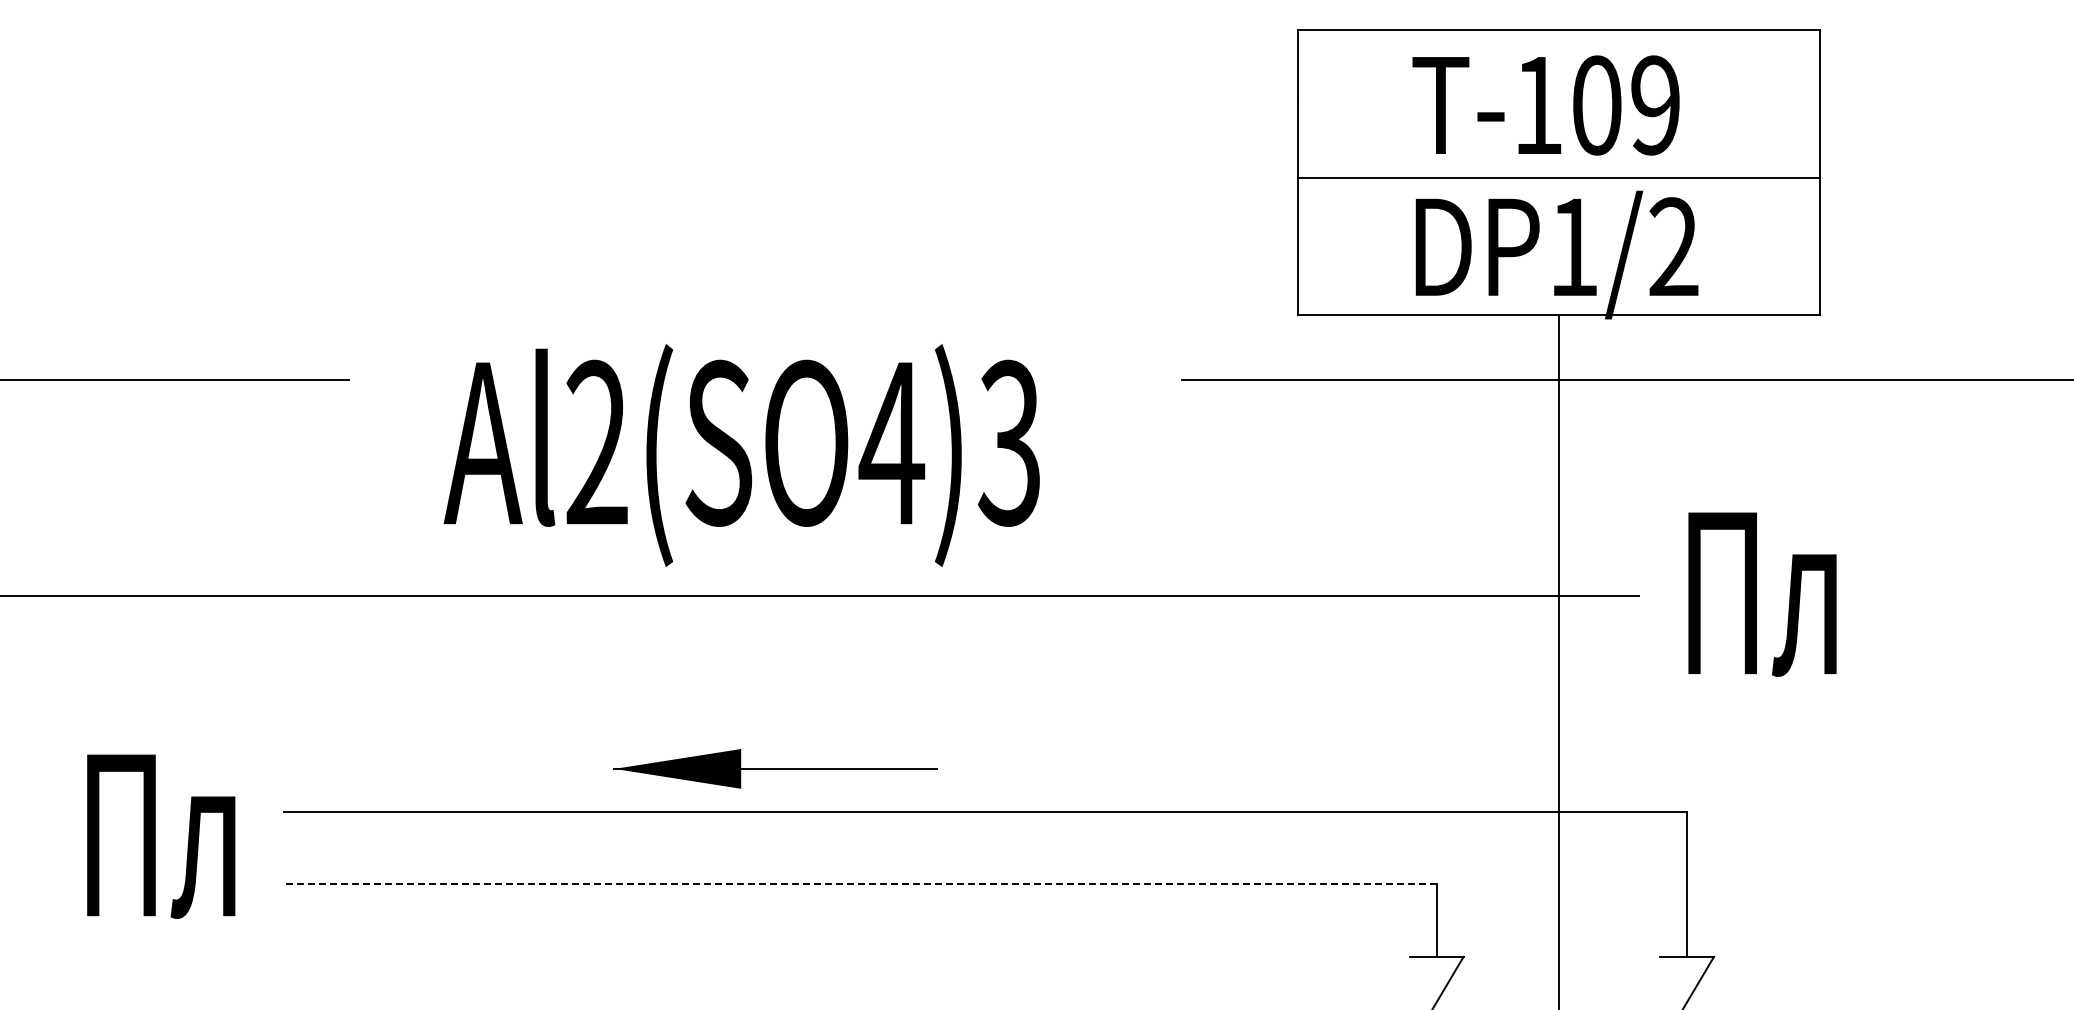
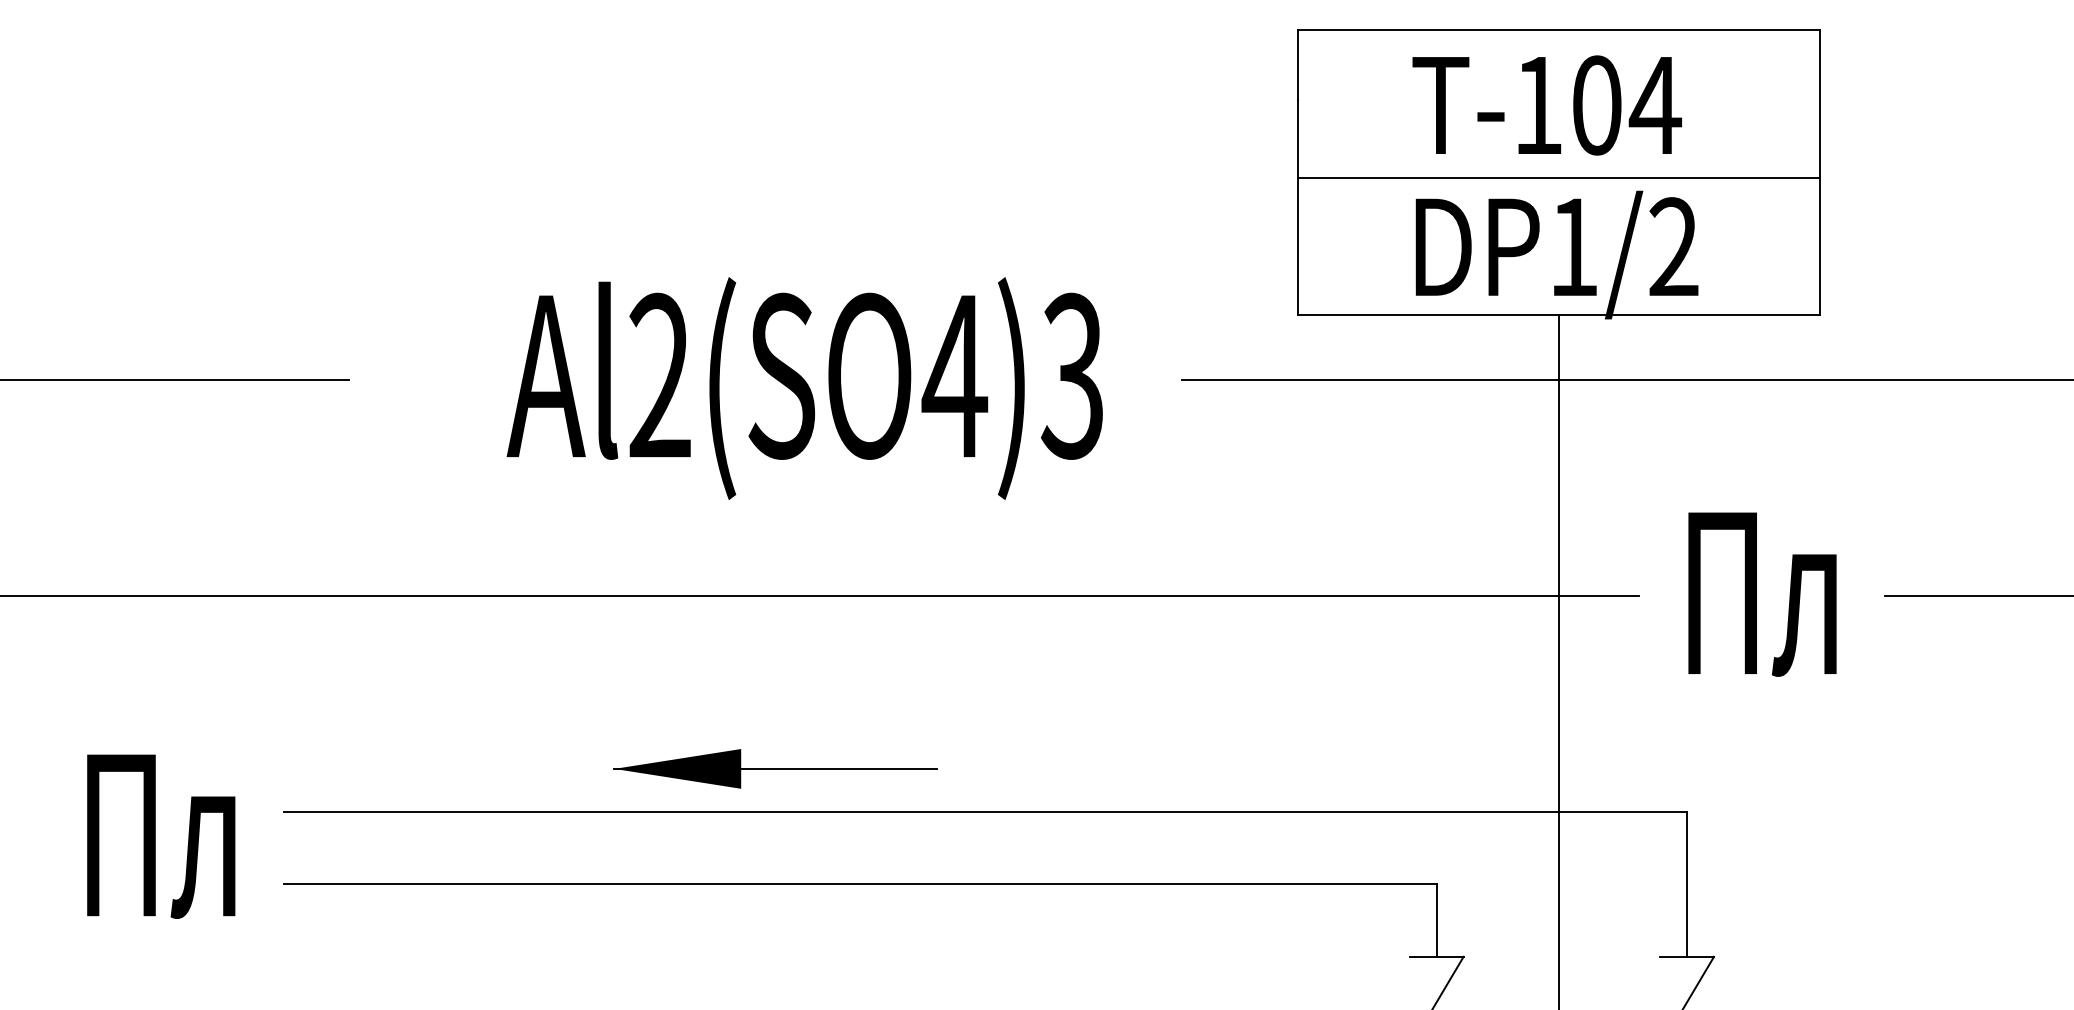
text at (1655, 105): T-109 -> T-104
text at (741, 455) position: (741, 455) -> (804, 388)
line at (1977, 595): none -> present
line at (859, 884): dashed -> solid
